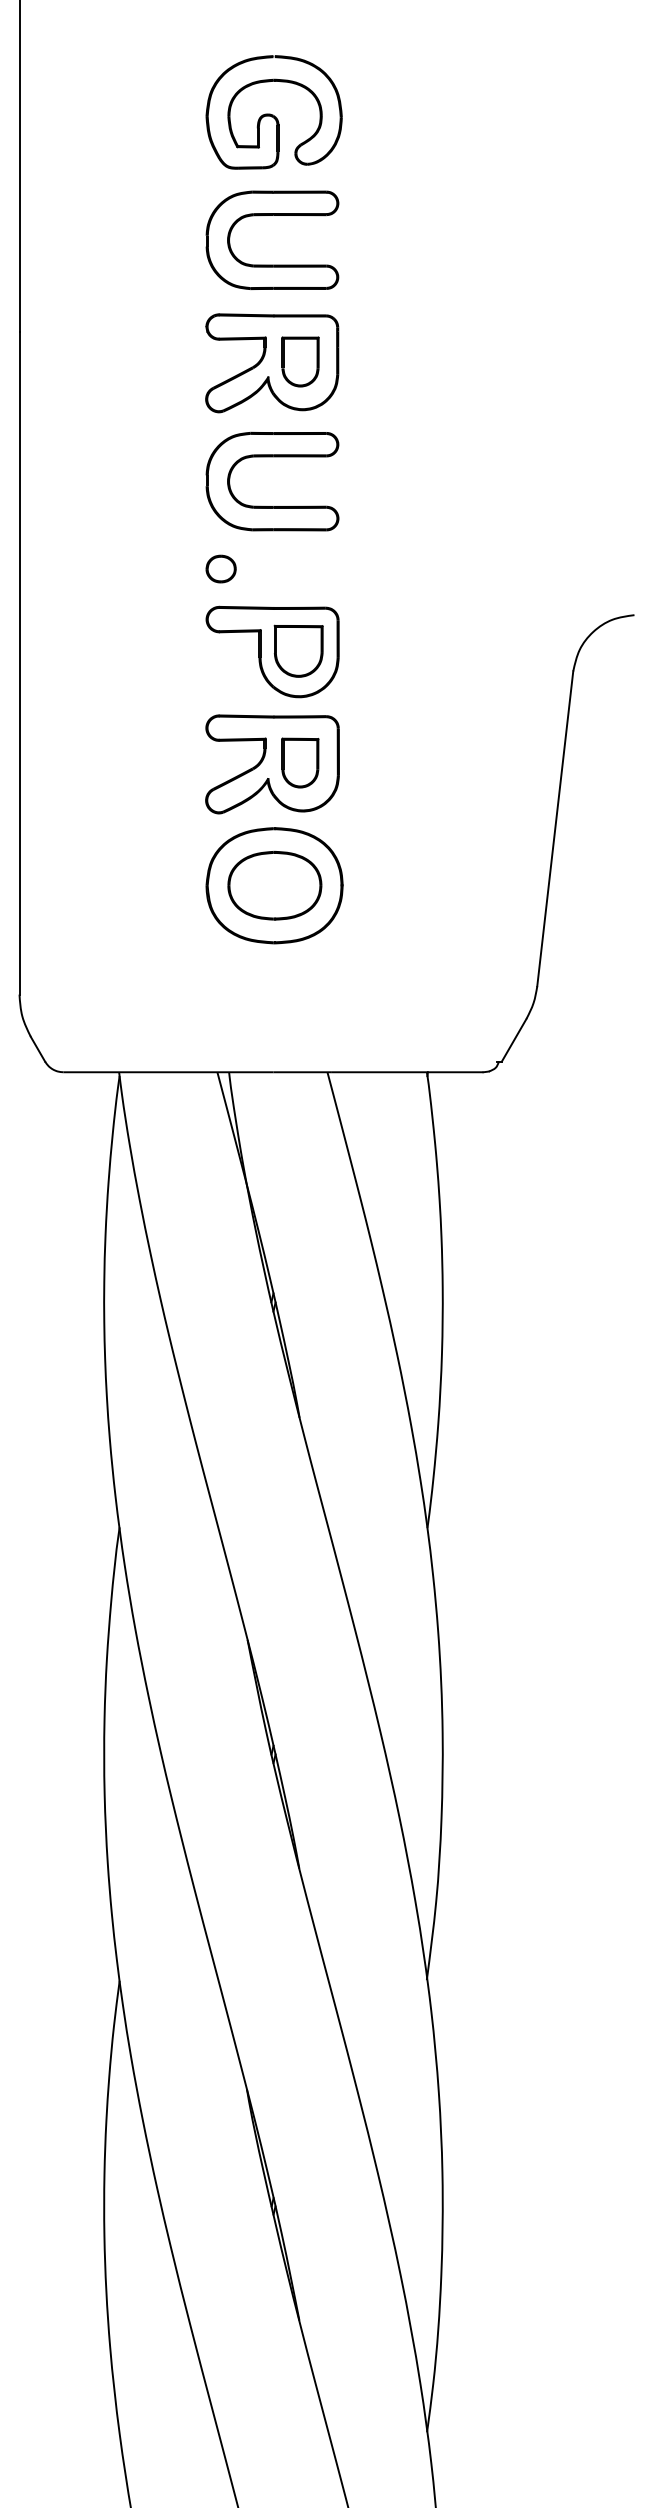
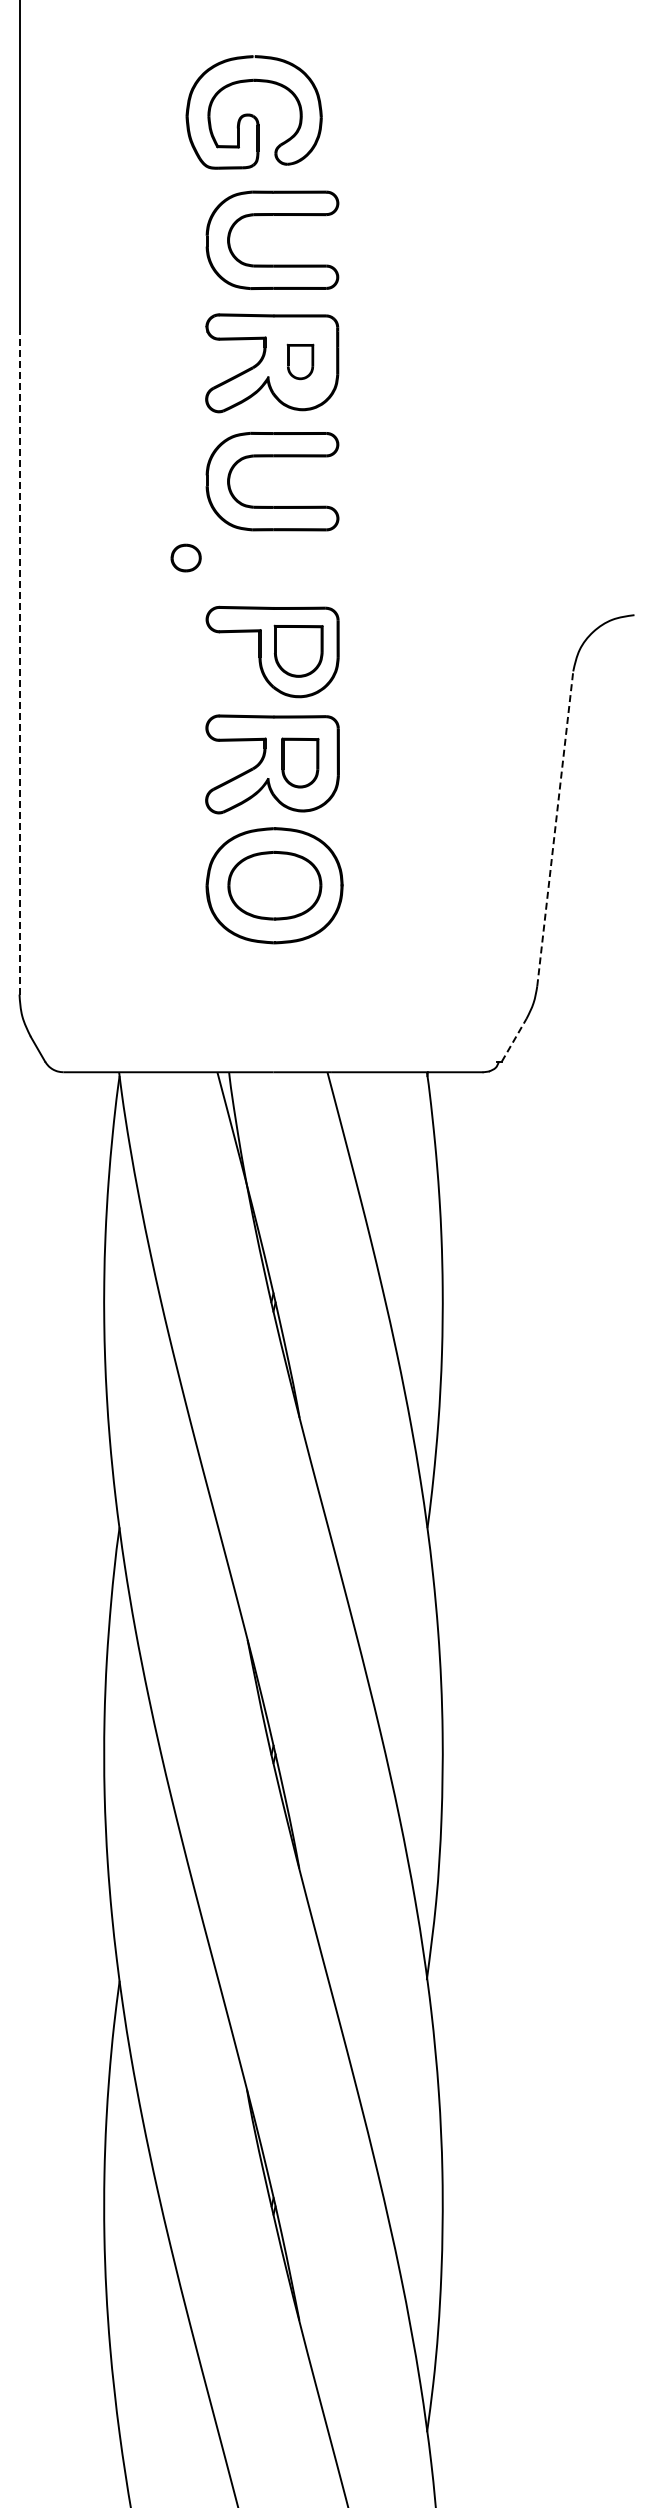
part at (273, 112) position: (273, 112) -> (253, 112)
part at (300, 361) size: 39x52 px -> 29x38 px
part at (220, 568) position: (220, 568) -> (185, 557)
line at (19, 663): solid -> dashed
line at (555, 828): solid -> dashed
line at (514, 1040): solid -> dashed
